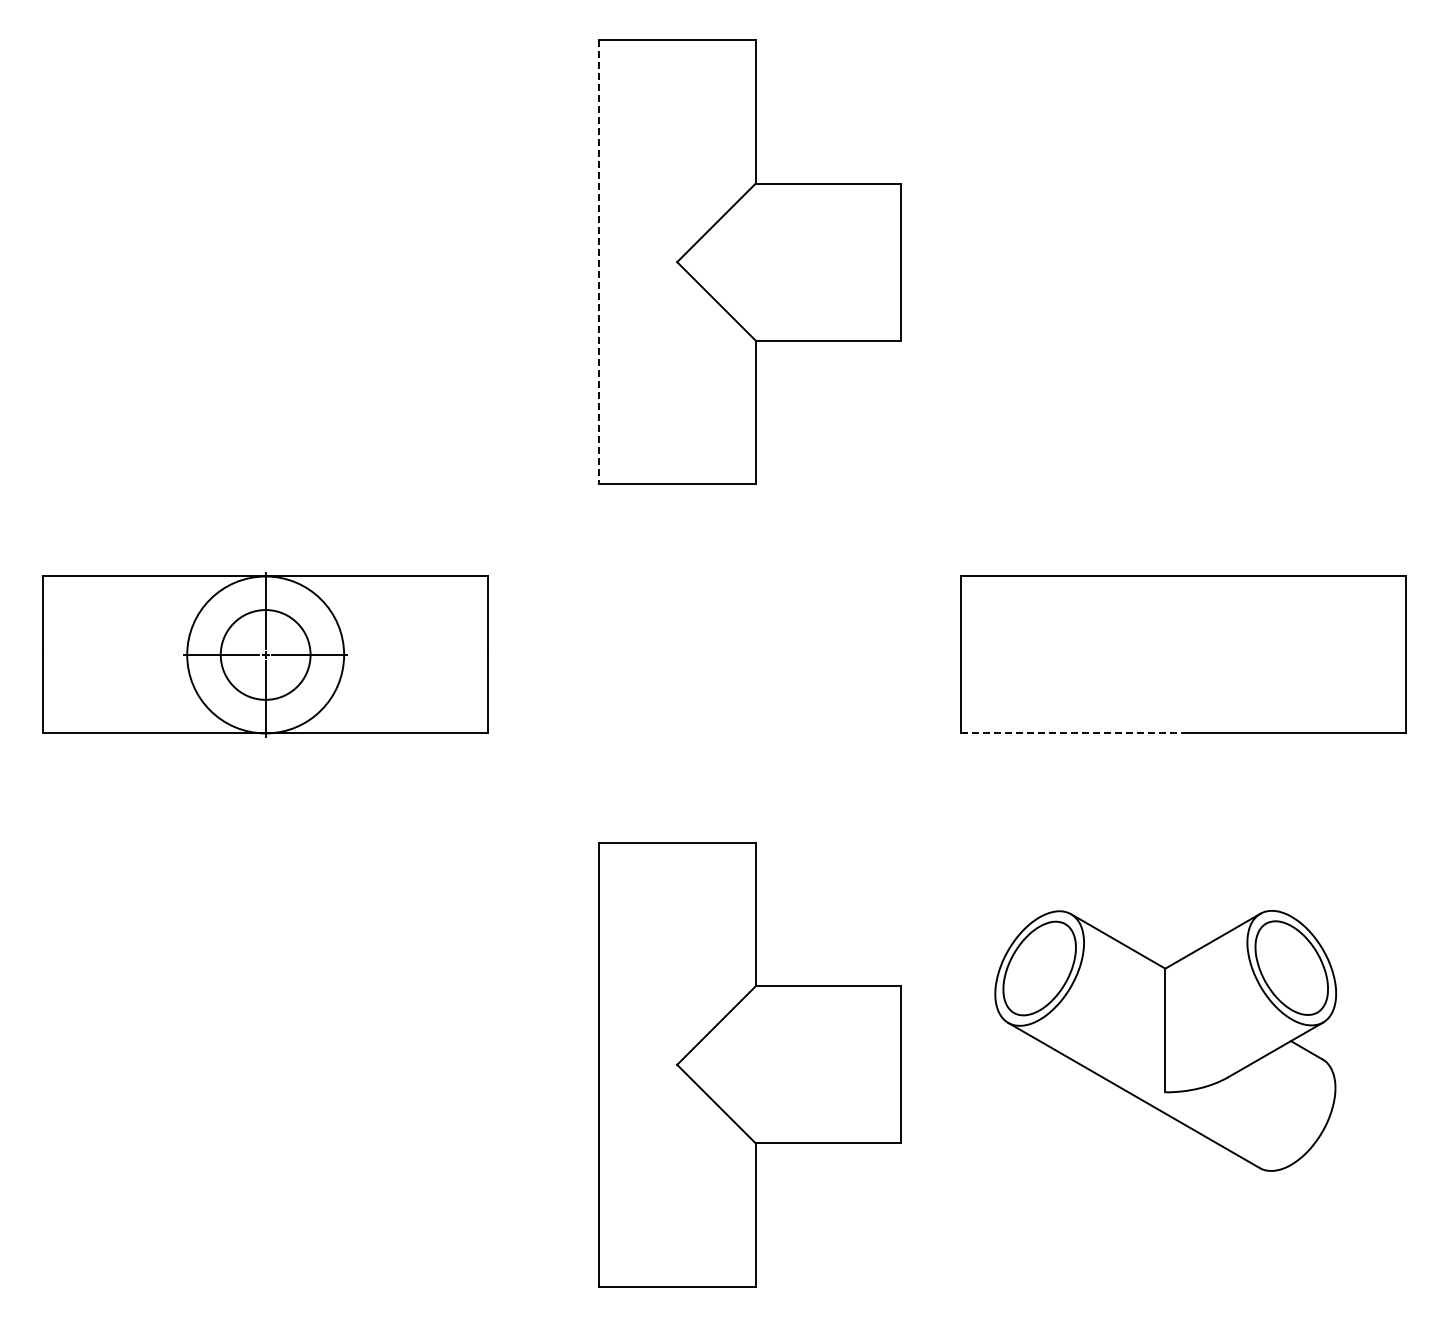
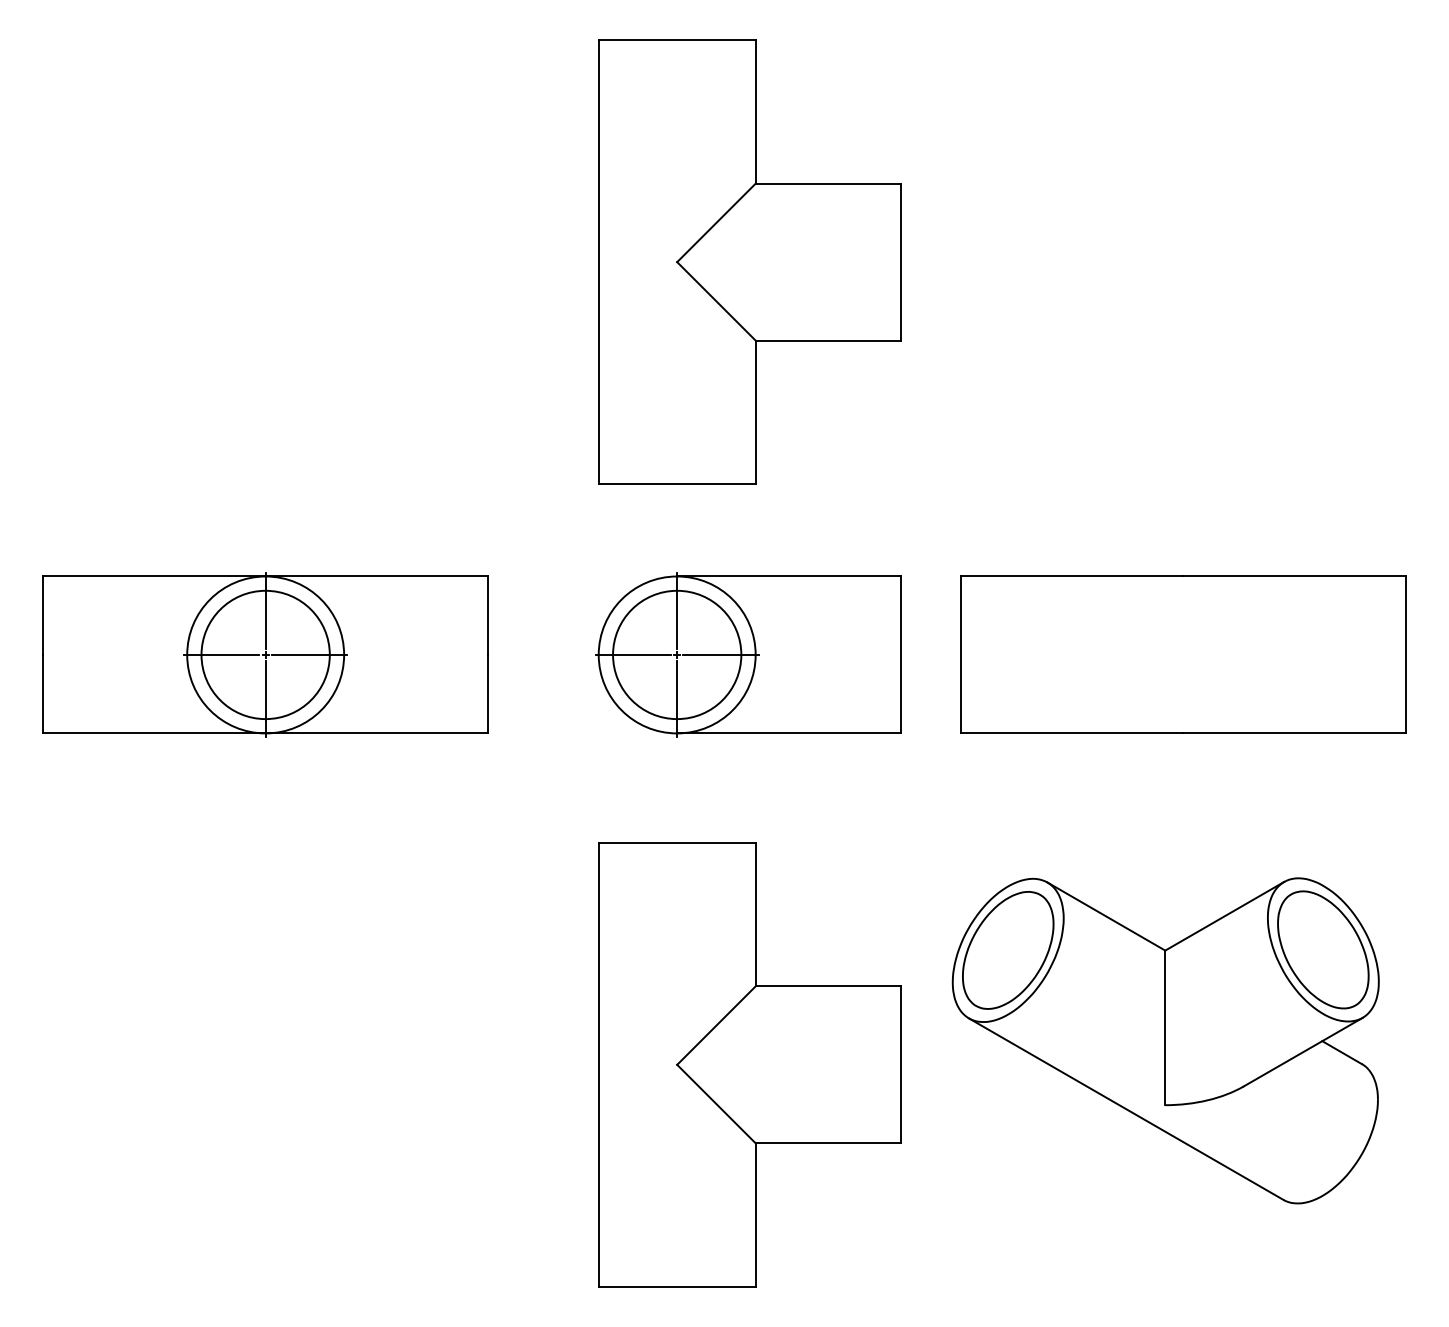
line at (598, 262): dashed -> solid
circle at (265, 654) diameter: 90 px -> 128 px
part at (748, 654): none -> present
line at (1072, 733): dashed -> solid
part at (1165, 1040) size: 344x262 px -> 429x328 px
